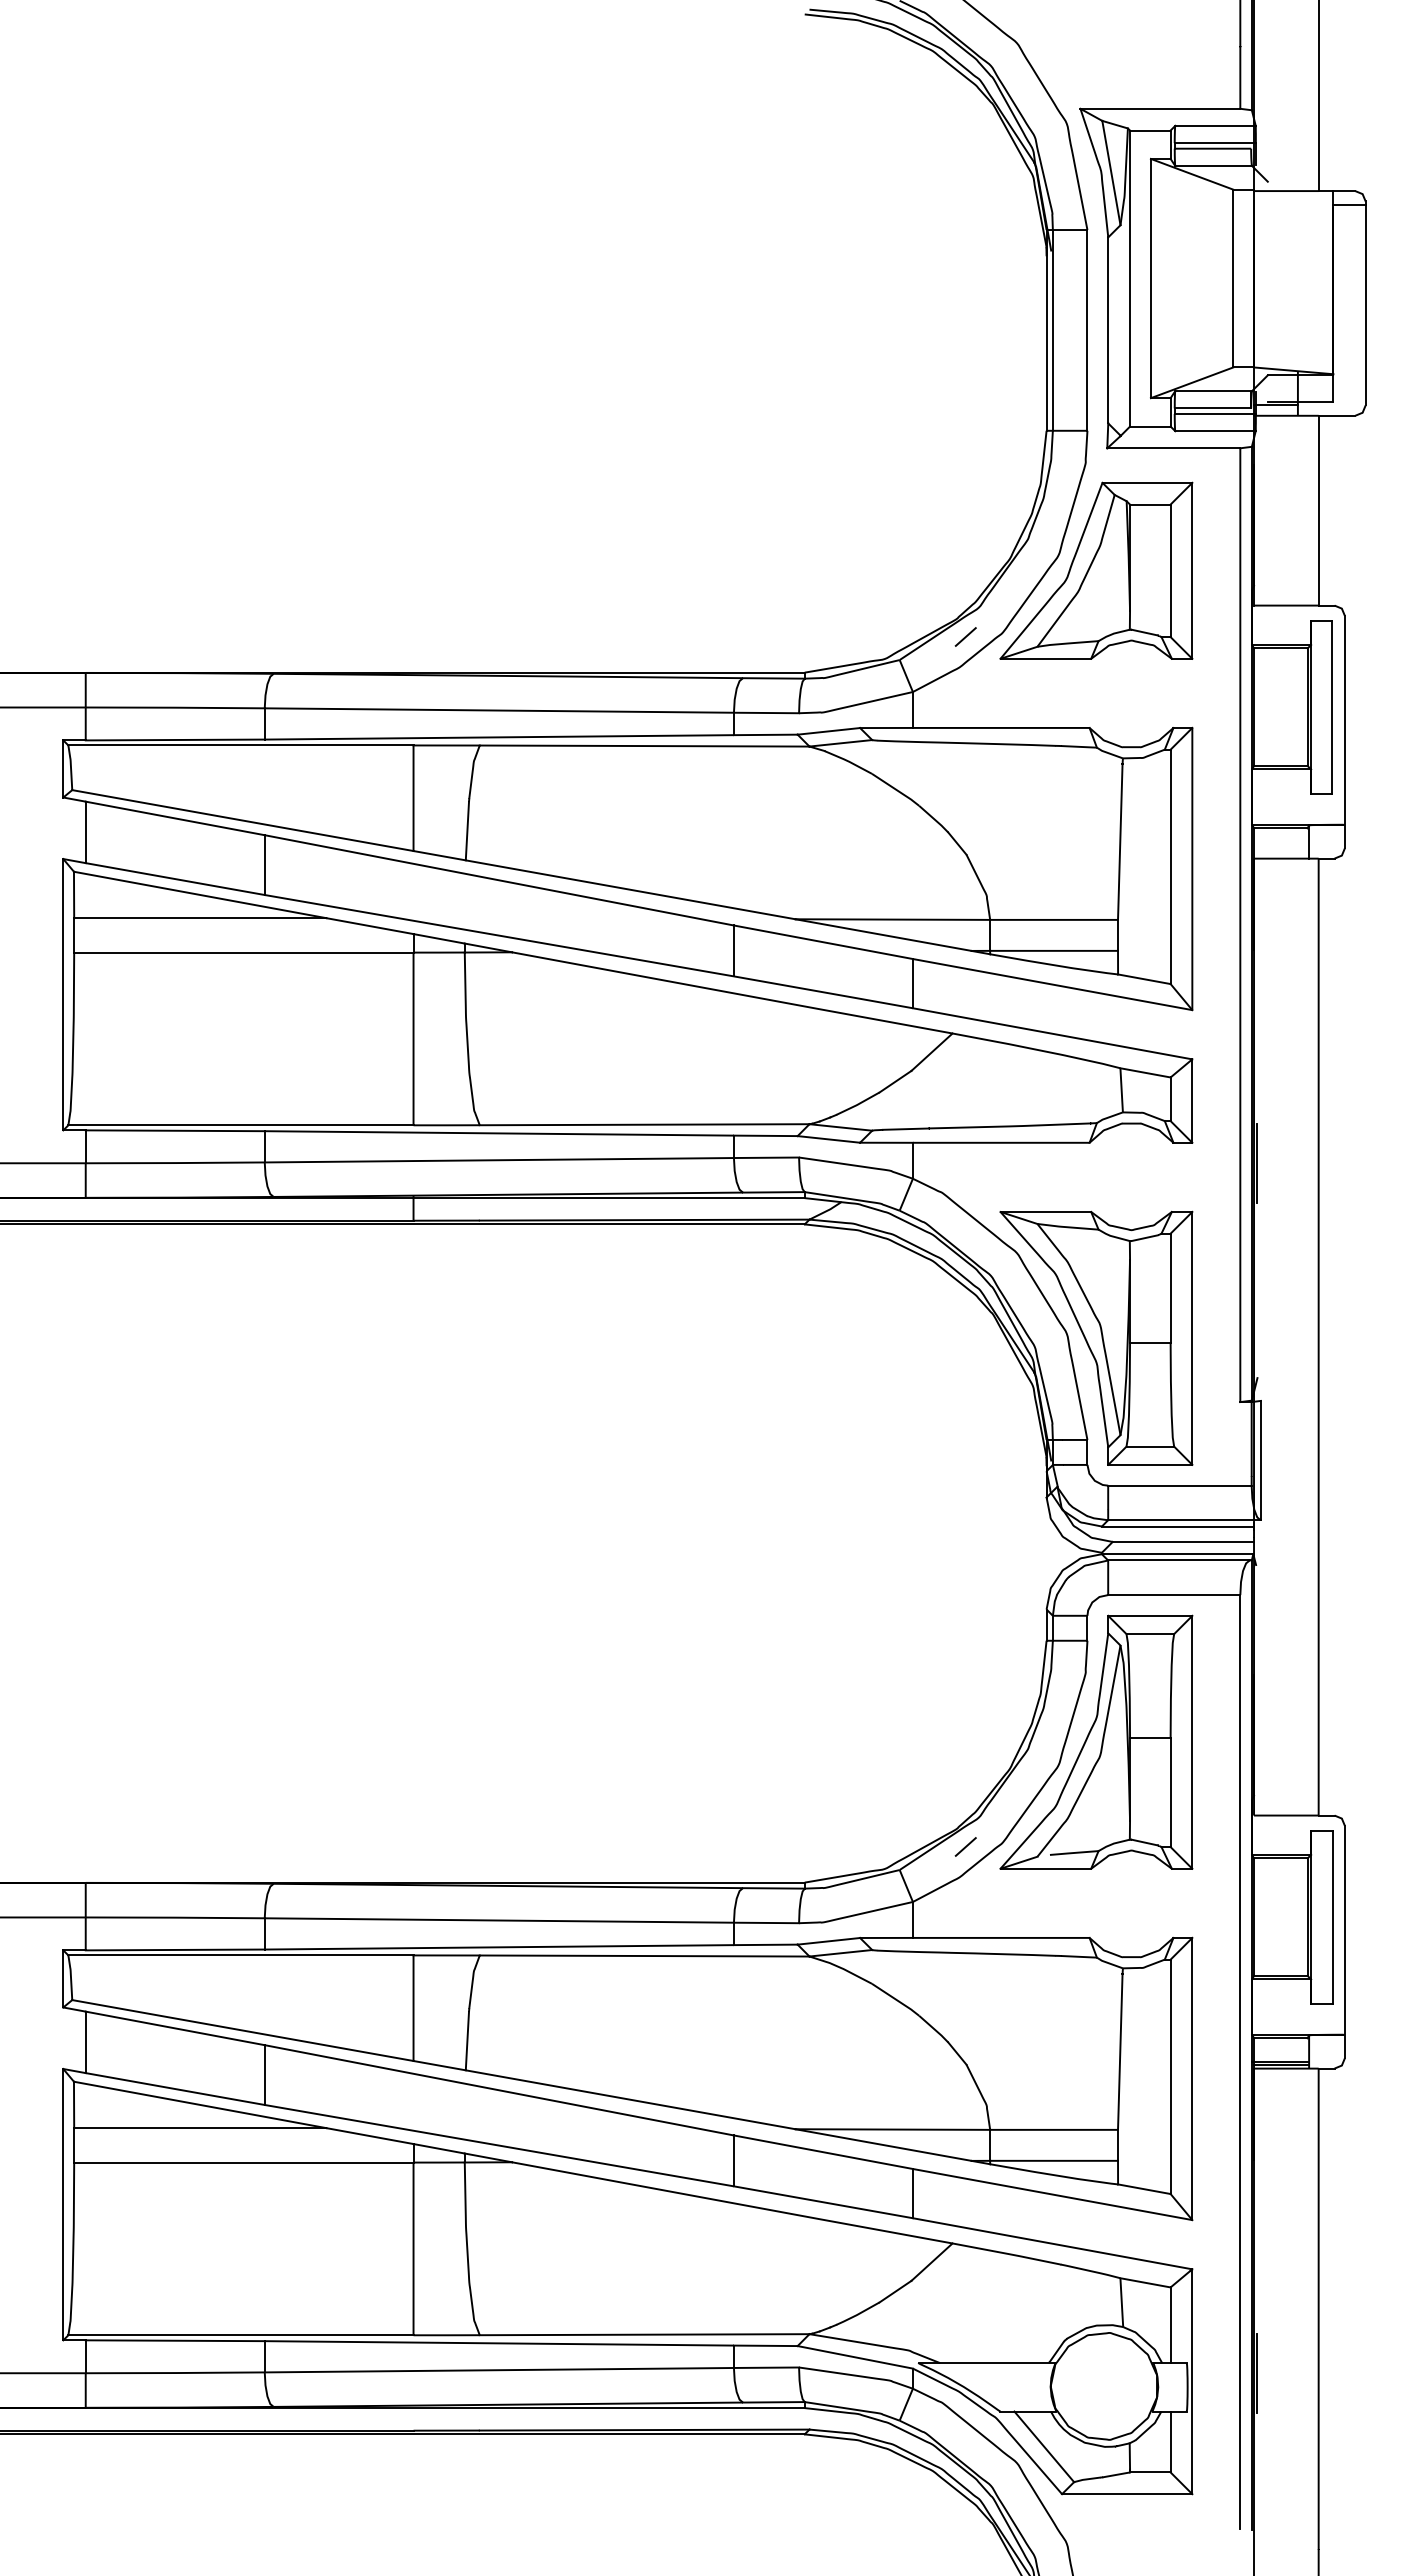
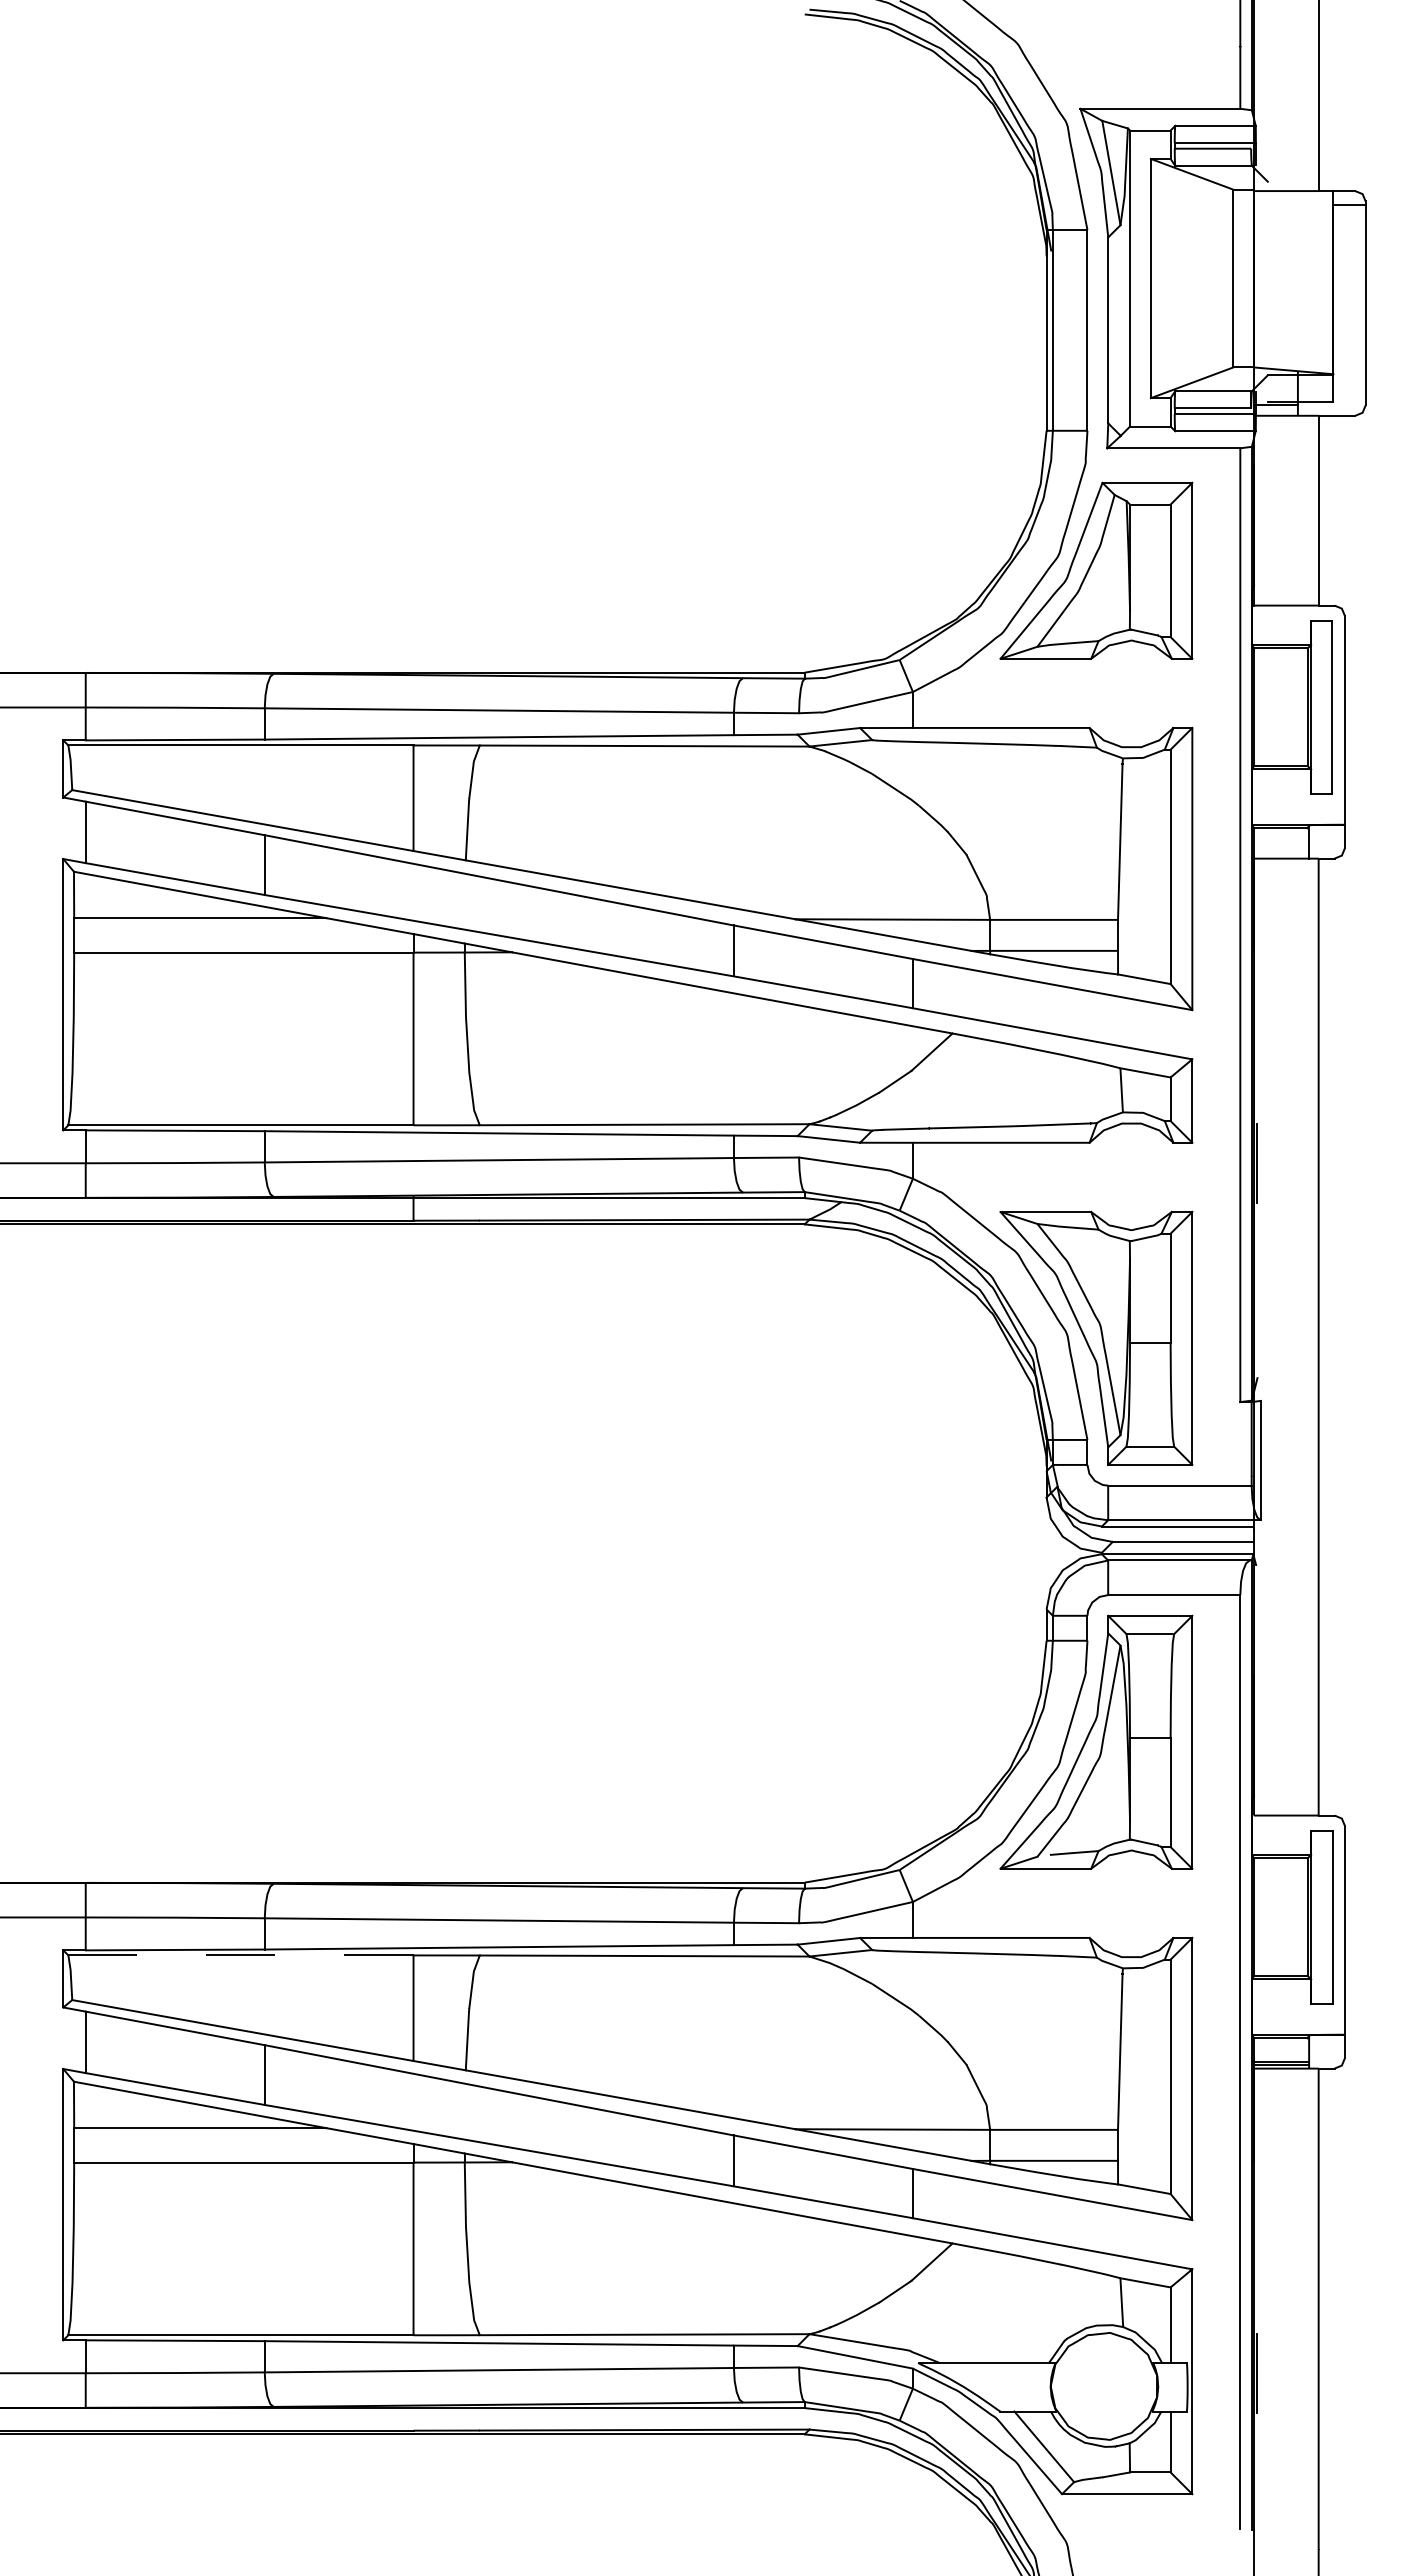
line at (965, 636): present -> none
line at (965, 1846): present -> none
line at (240, 1955): solid -> dashed
